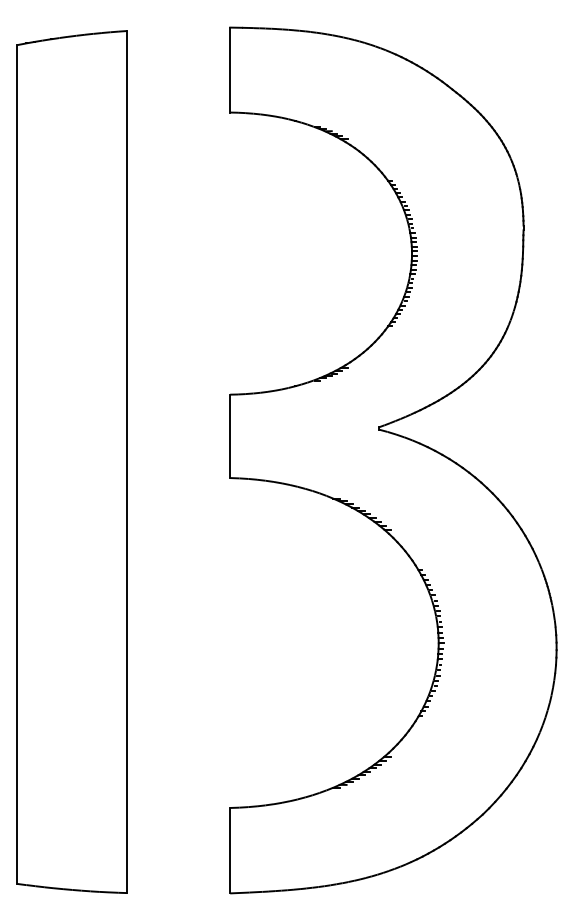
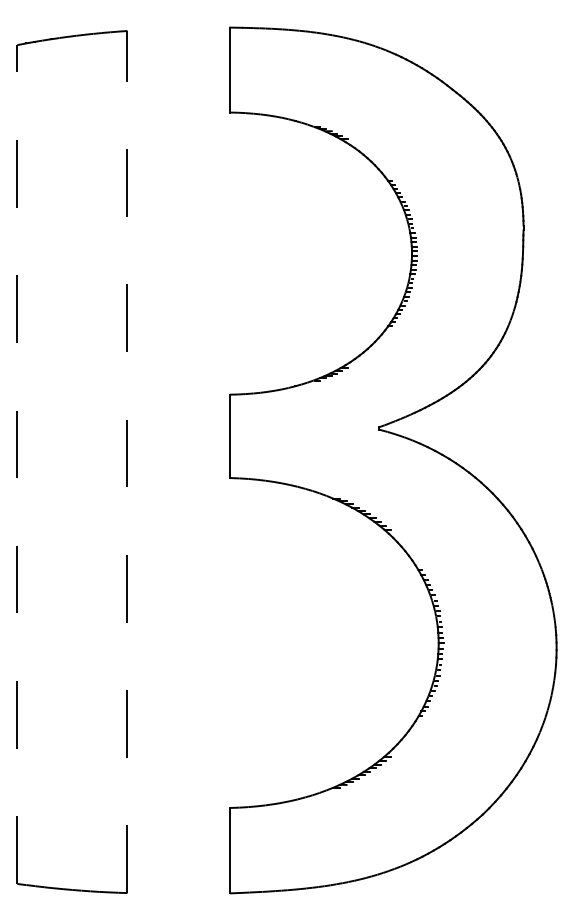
line at (127, 461): solid -> dashed
line at (17, 464): solid -> dashed
